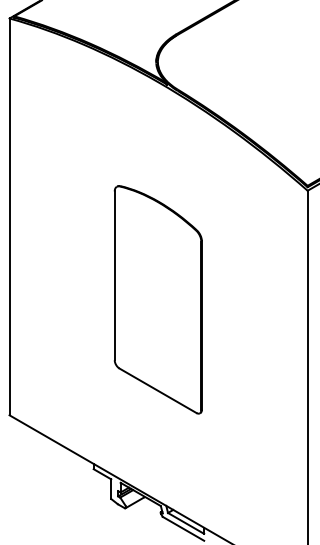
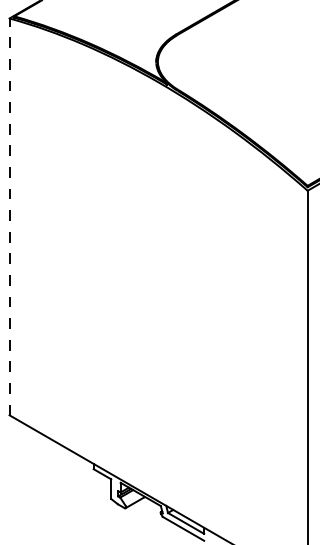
line at (9, 216): solid -> dashed
part at (157, 299): present -> none
